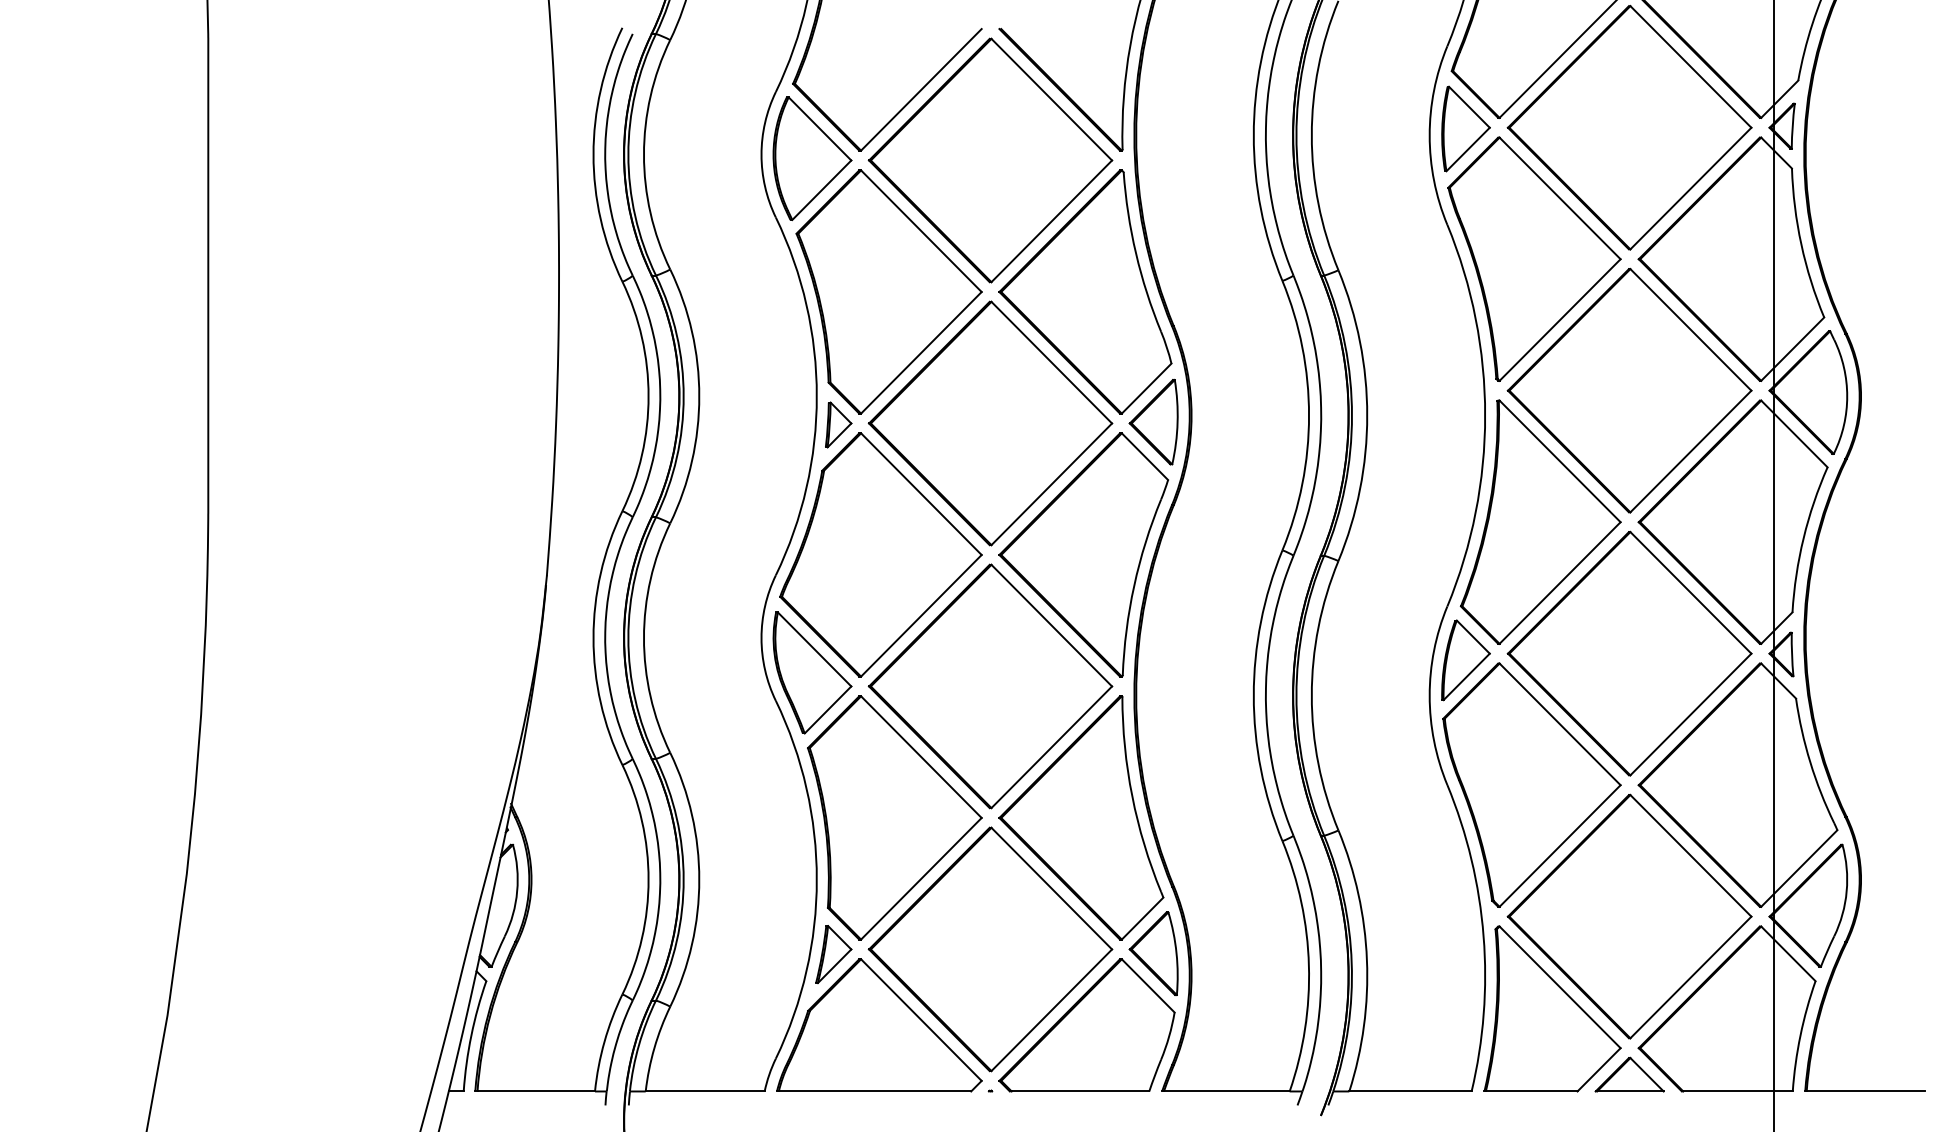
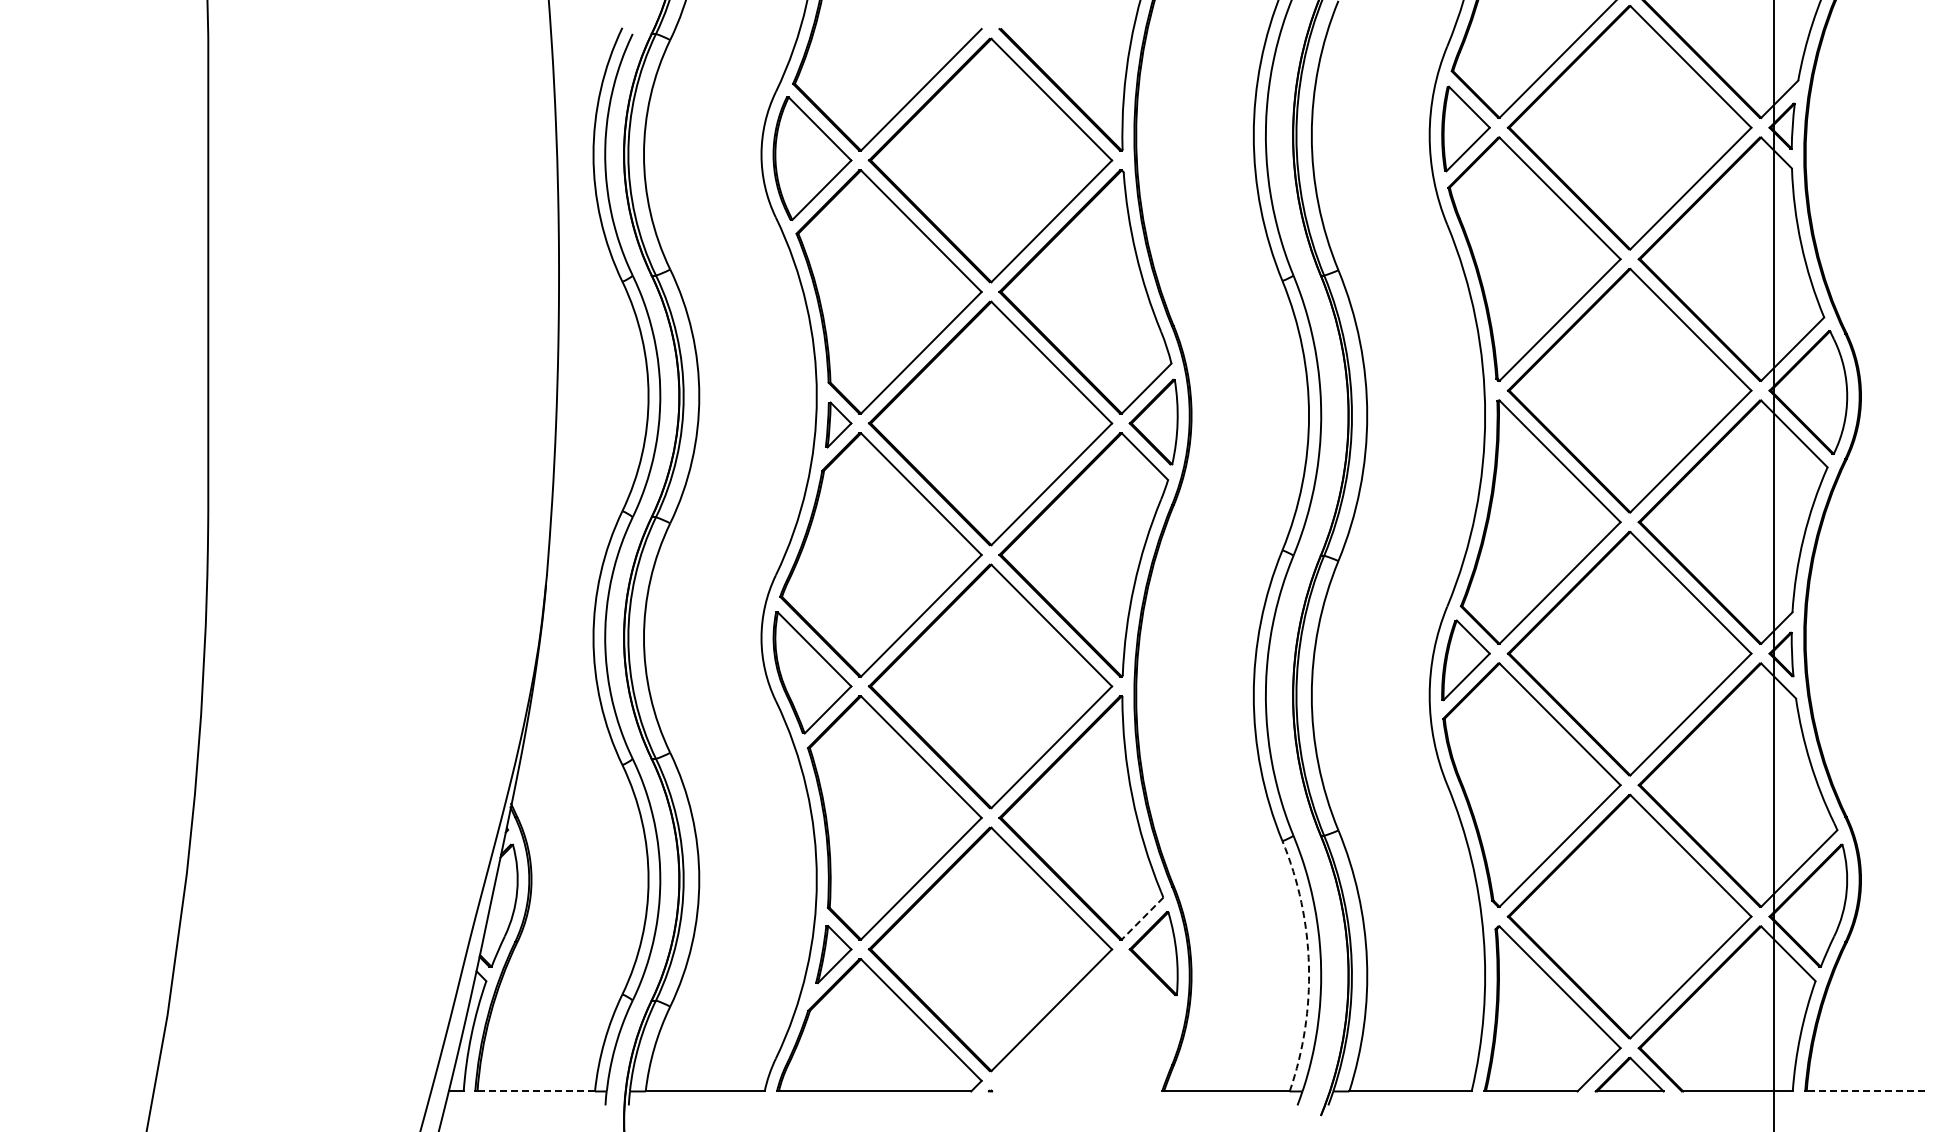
line at (1142, 918): solid -> dashed
arc at (1308, 965): solid -> dashed
part at (1086, 1025): present -> none
line at (536, 1091): solid -> dashed
line at (1865, 1091): solid -> dashed
